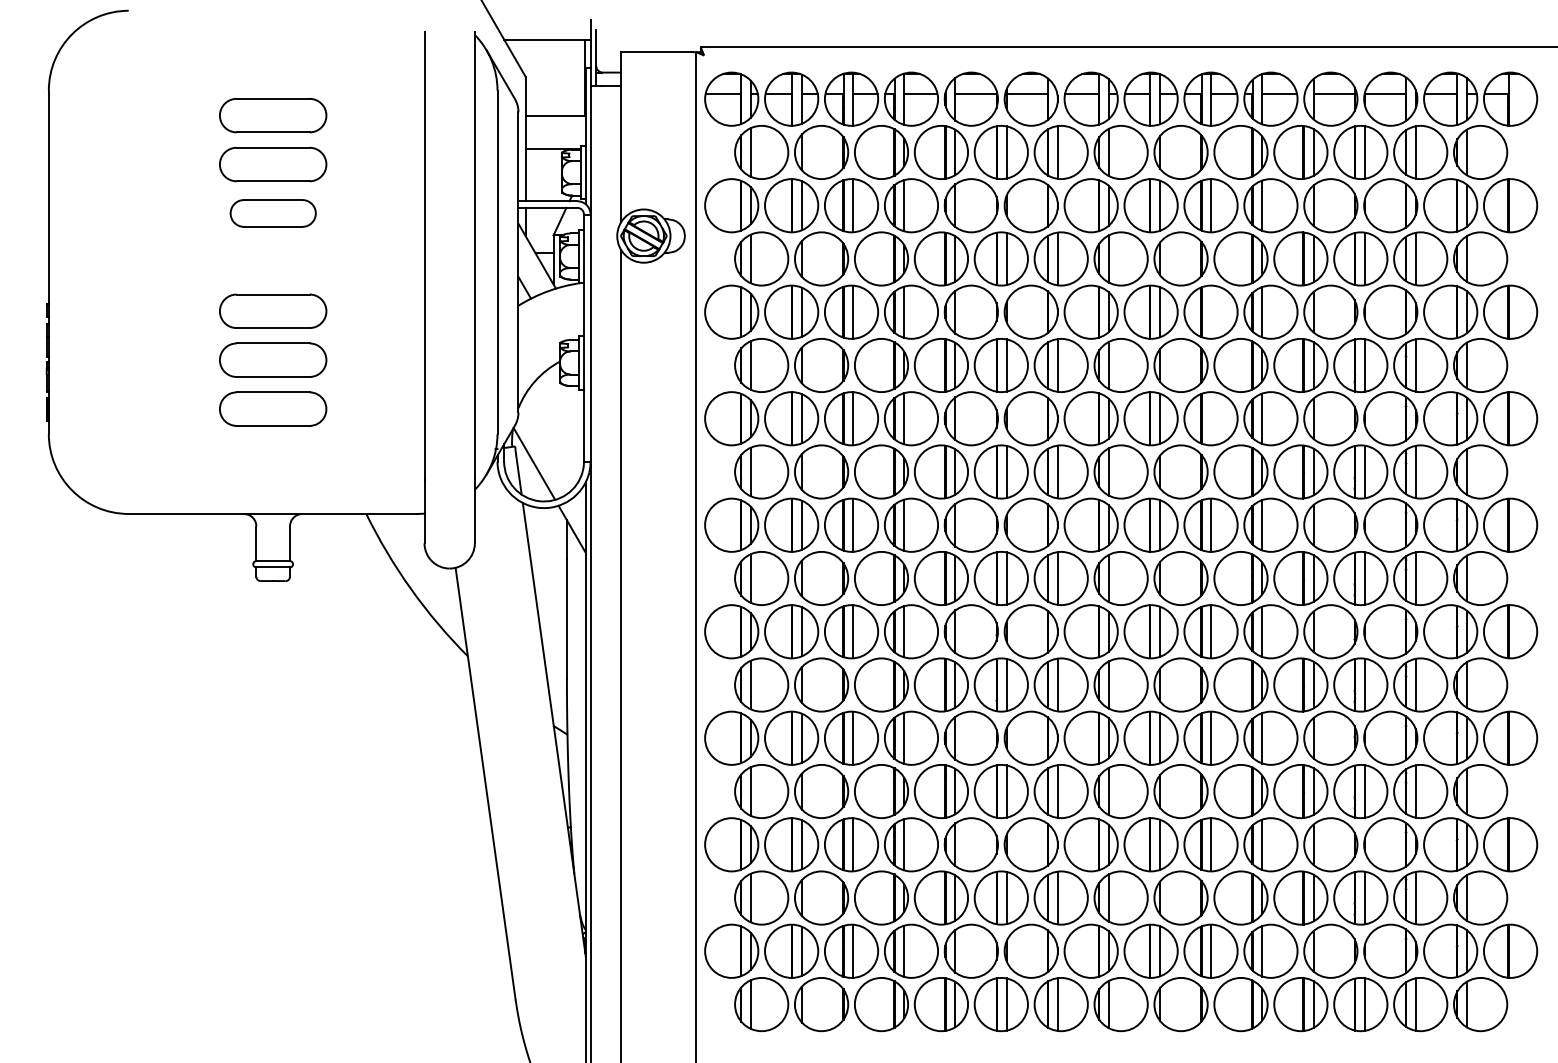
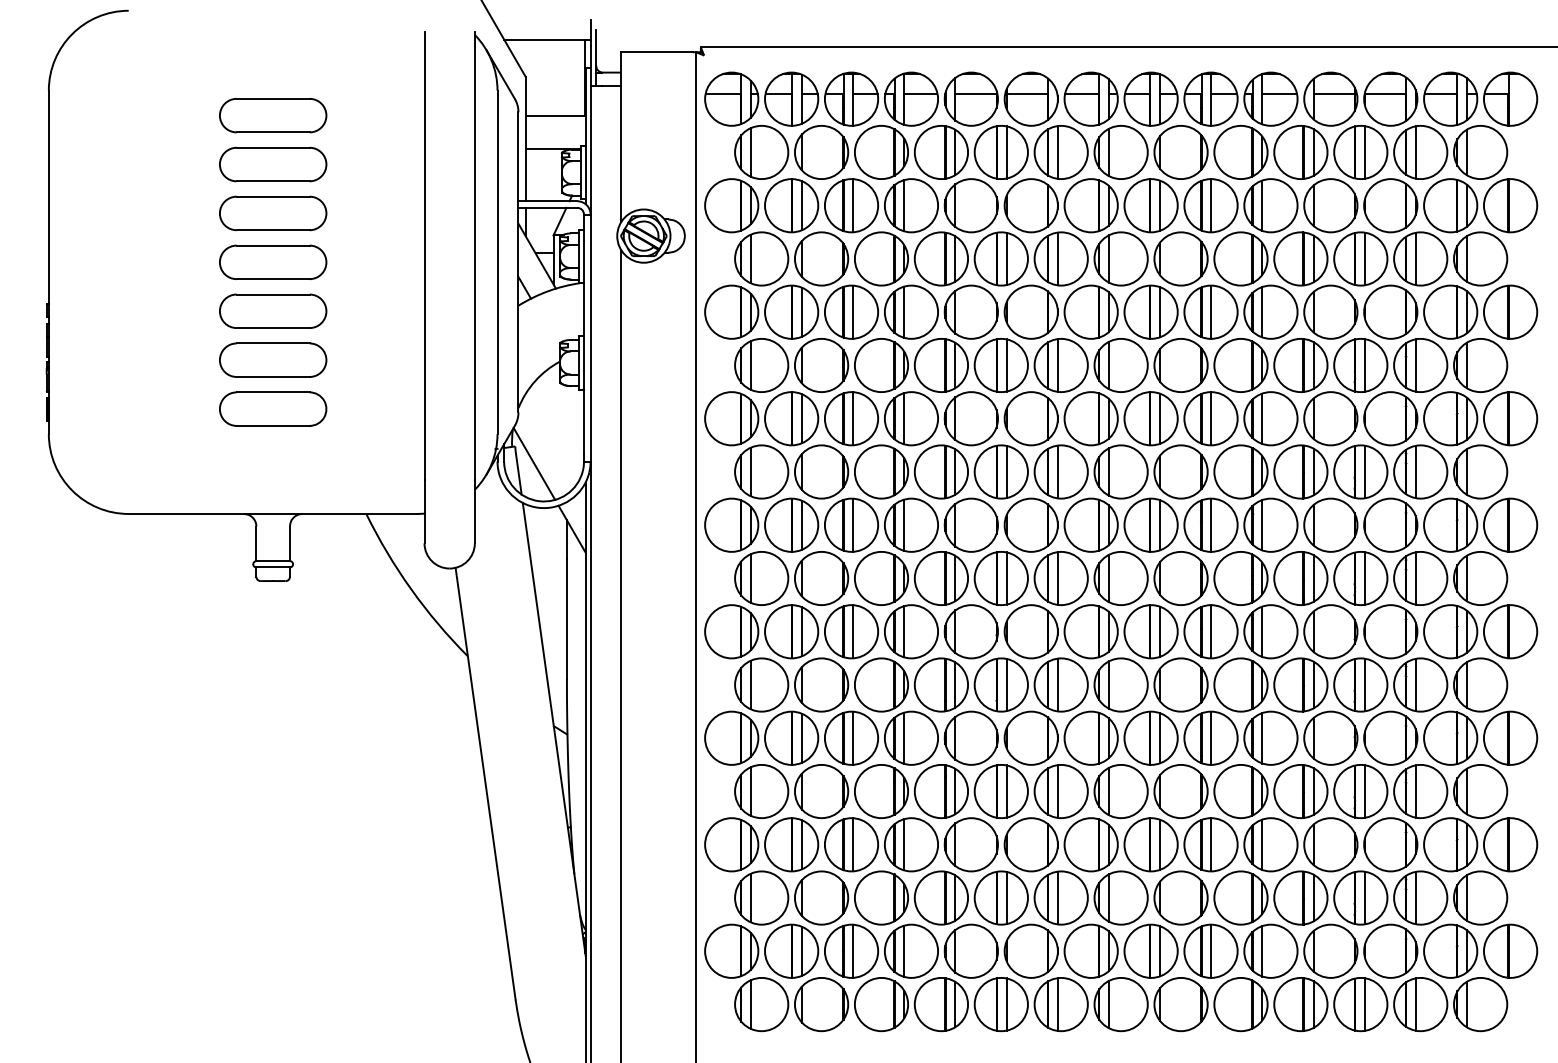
part at (272, 213) size: 88x29 px -> 109x37 px
part at (273, 261): none -> present
line at (1211, 311): none -> present
line at (1211, 418): none -> present
